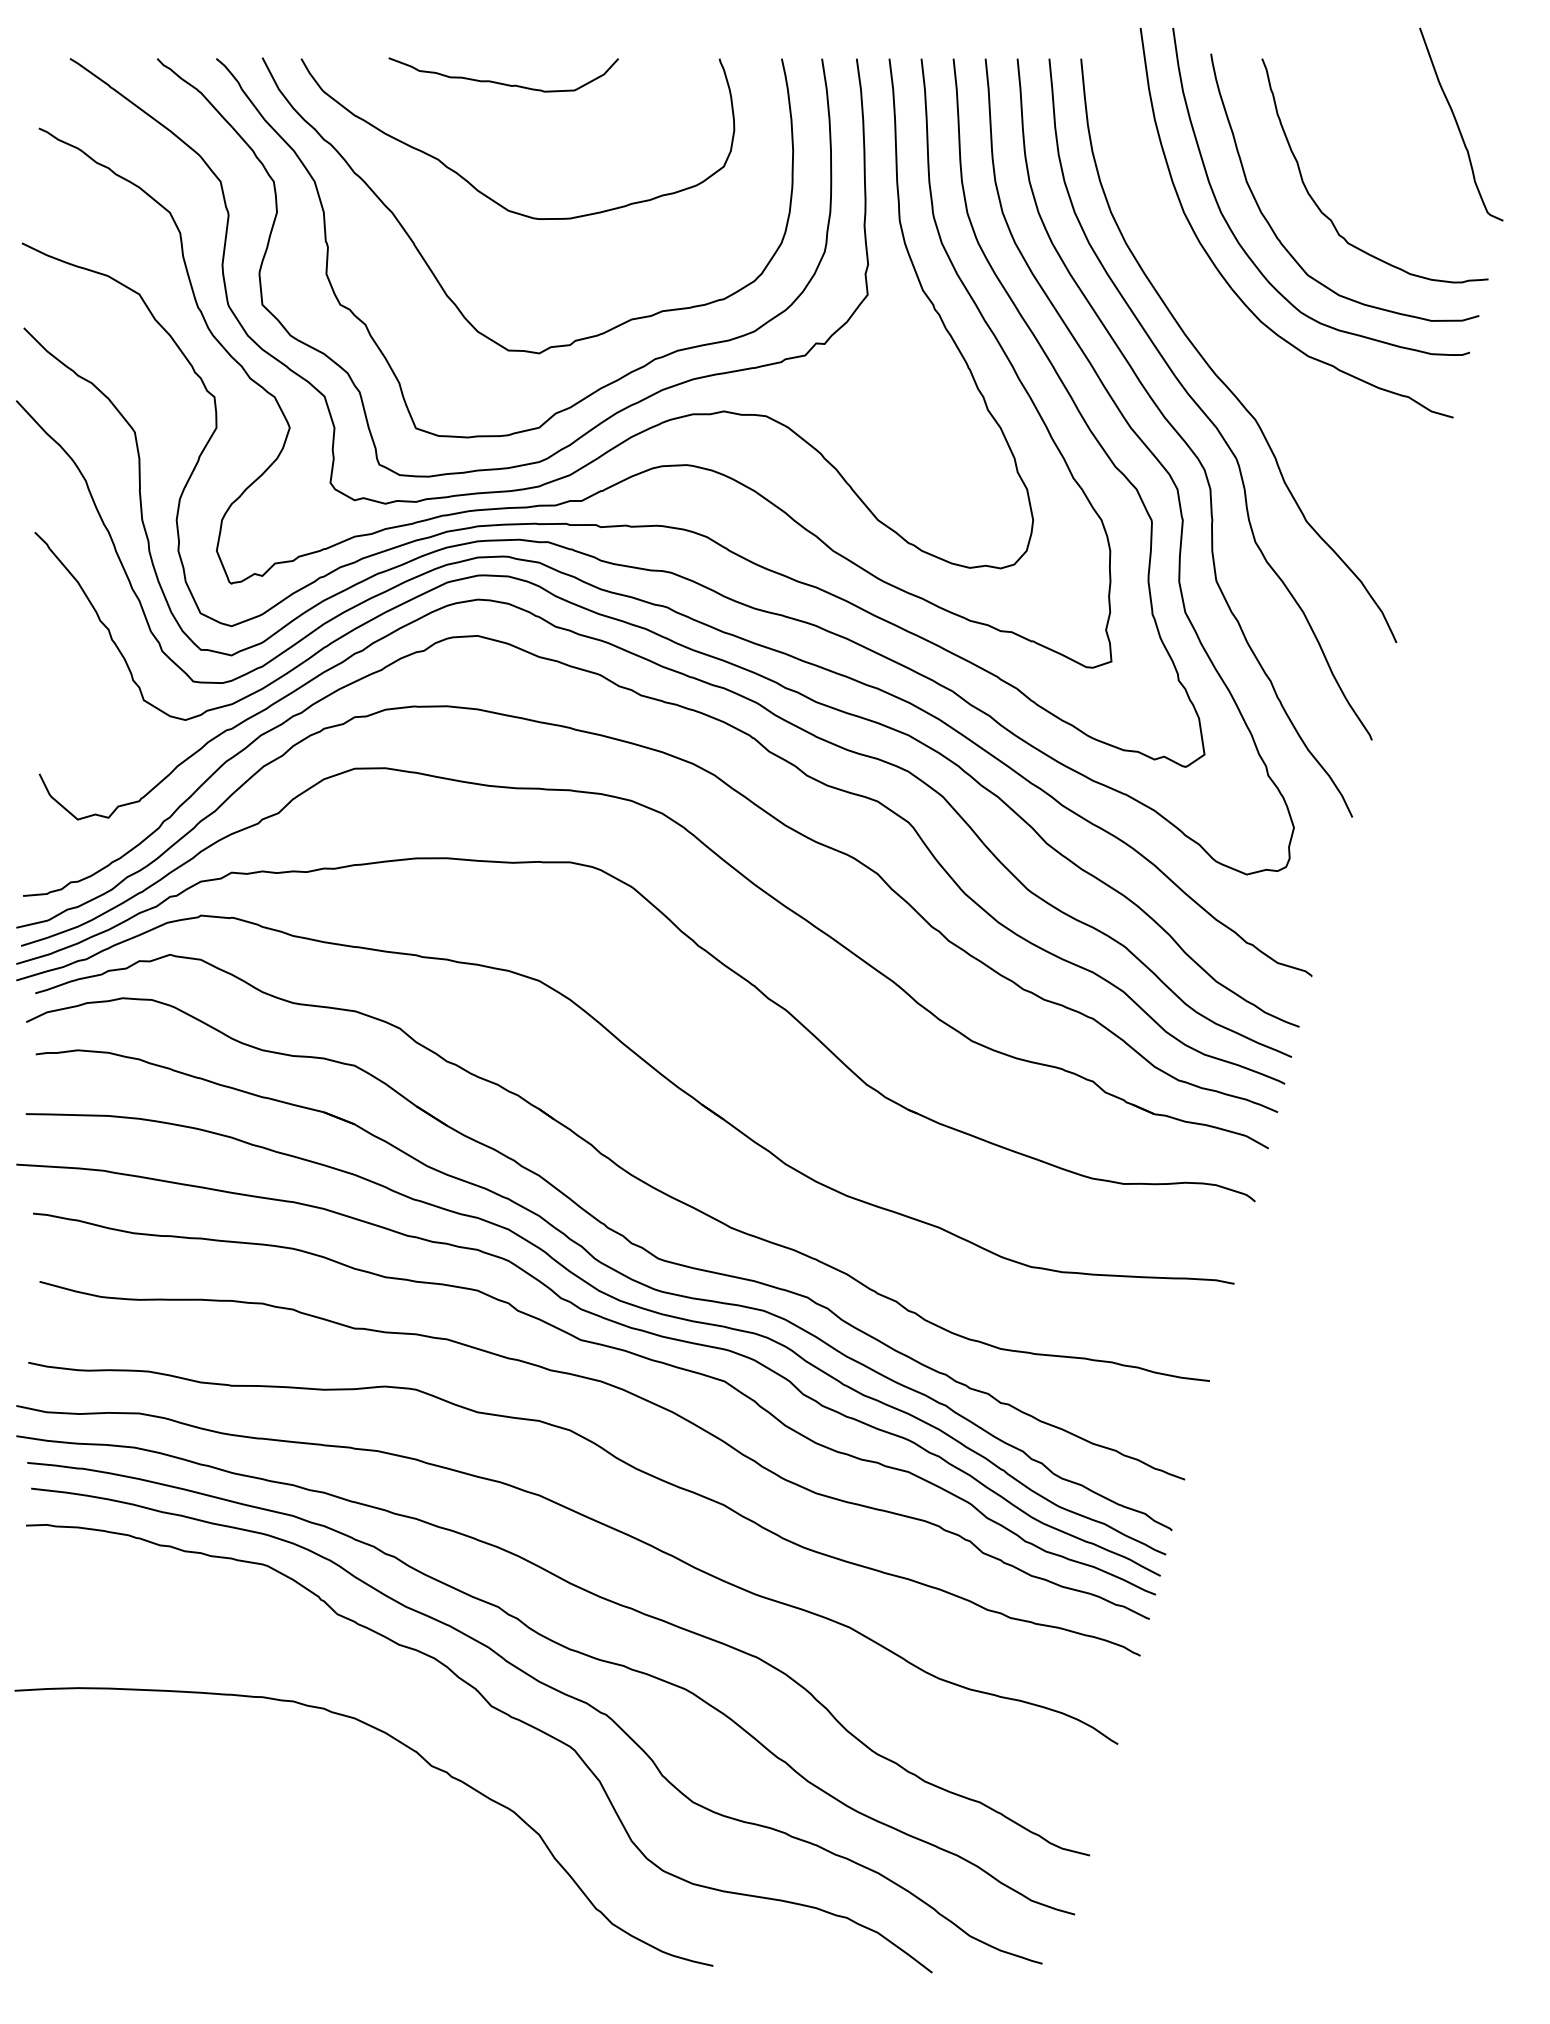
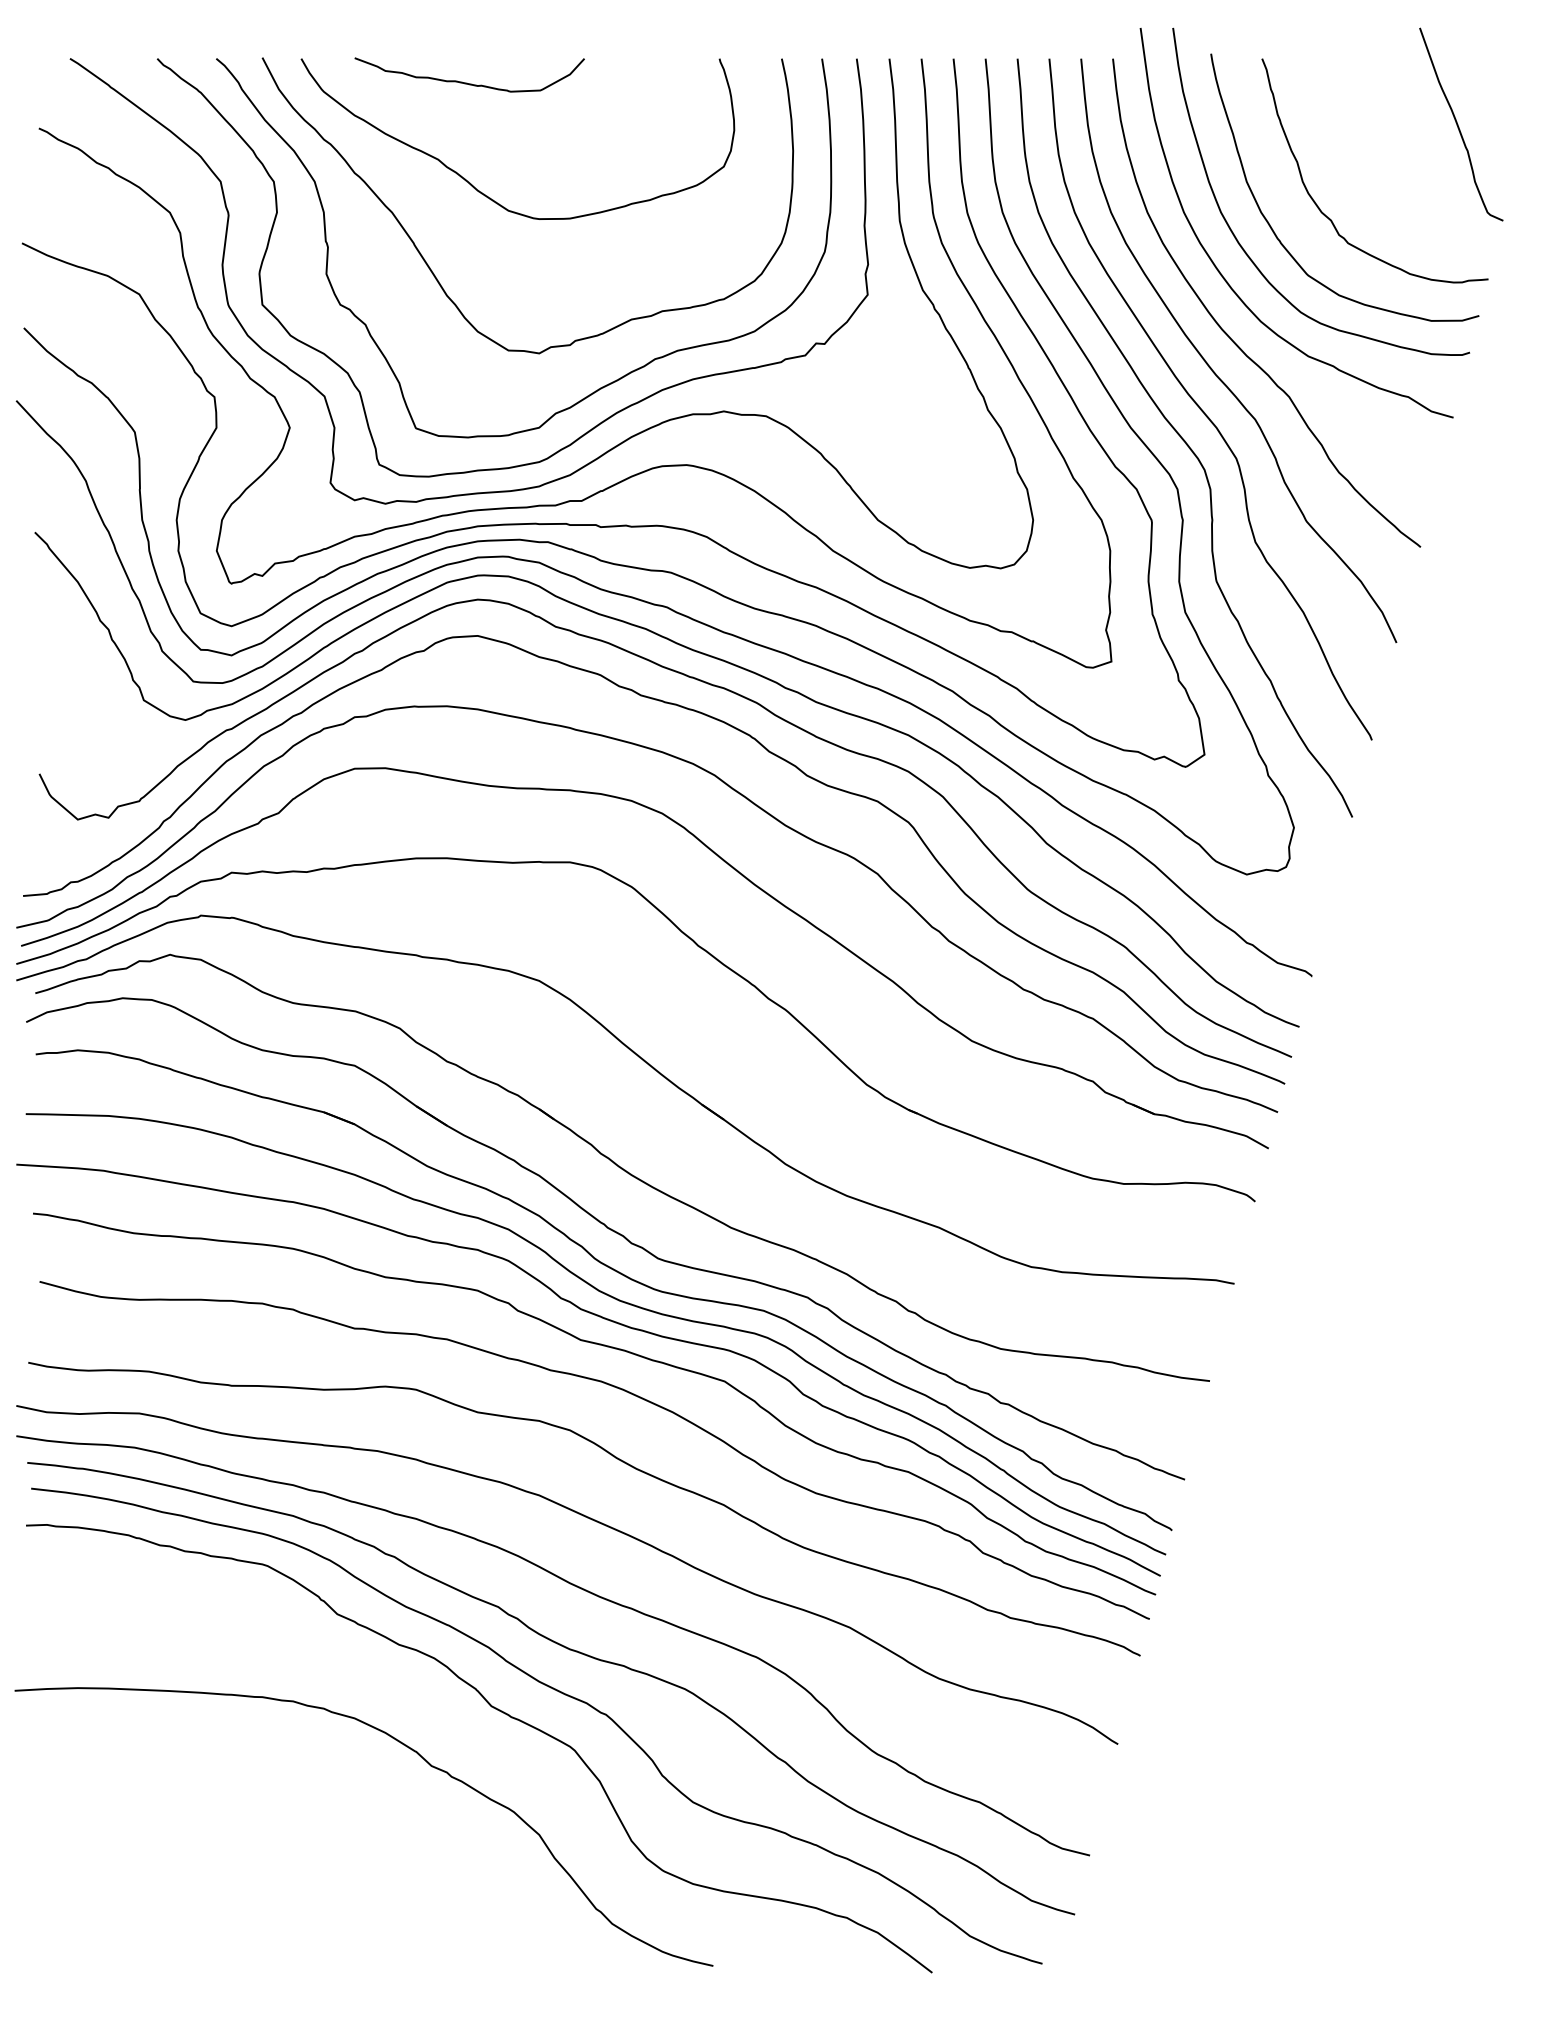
curve at (501, 82) position: (501, 82) -> (467, 82)
curve at (1229, 335): none -> present
